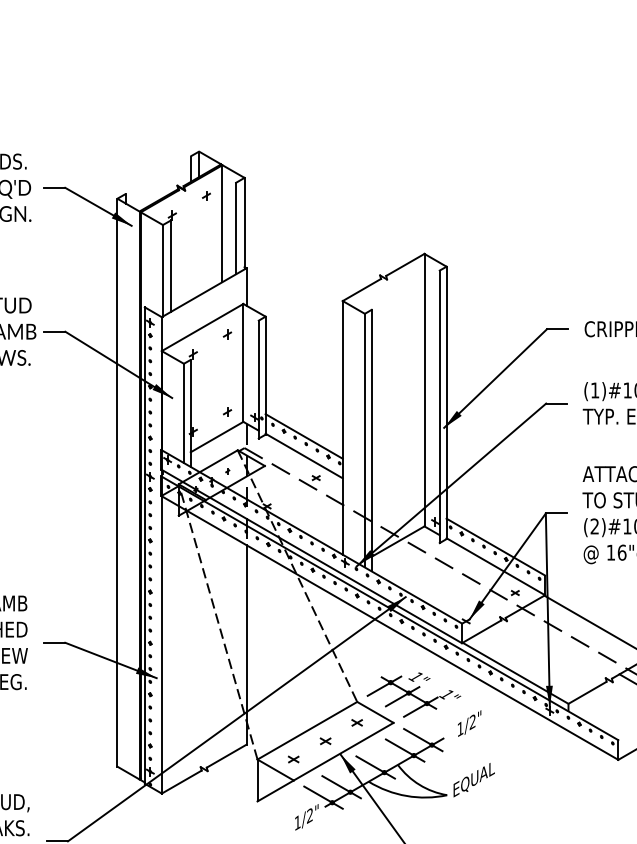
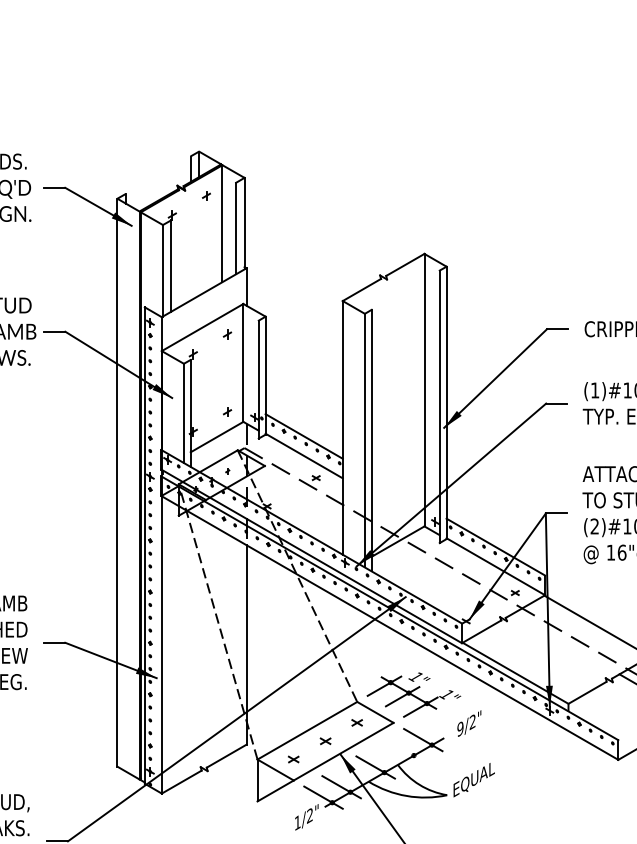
text at (460, 728): 1/2" -> 9/2"
line at (404, 750): present -> none
